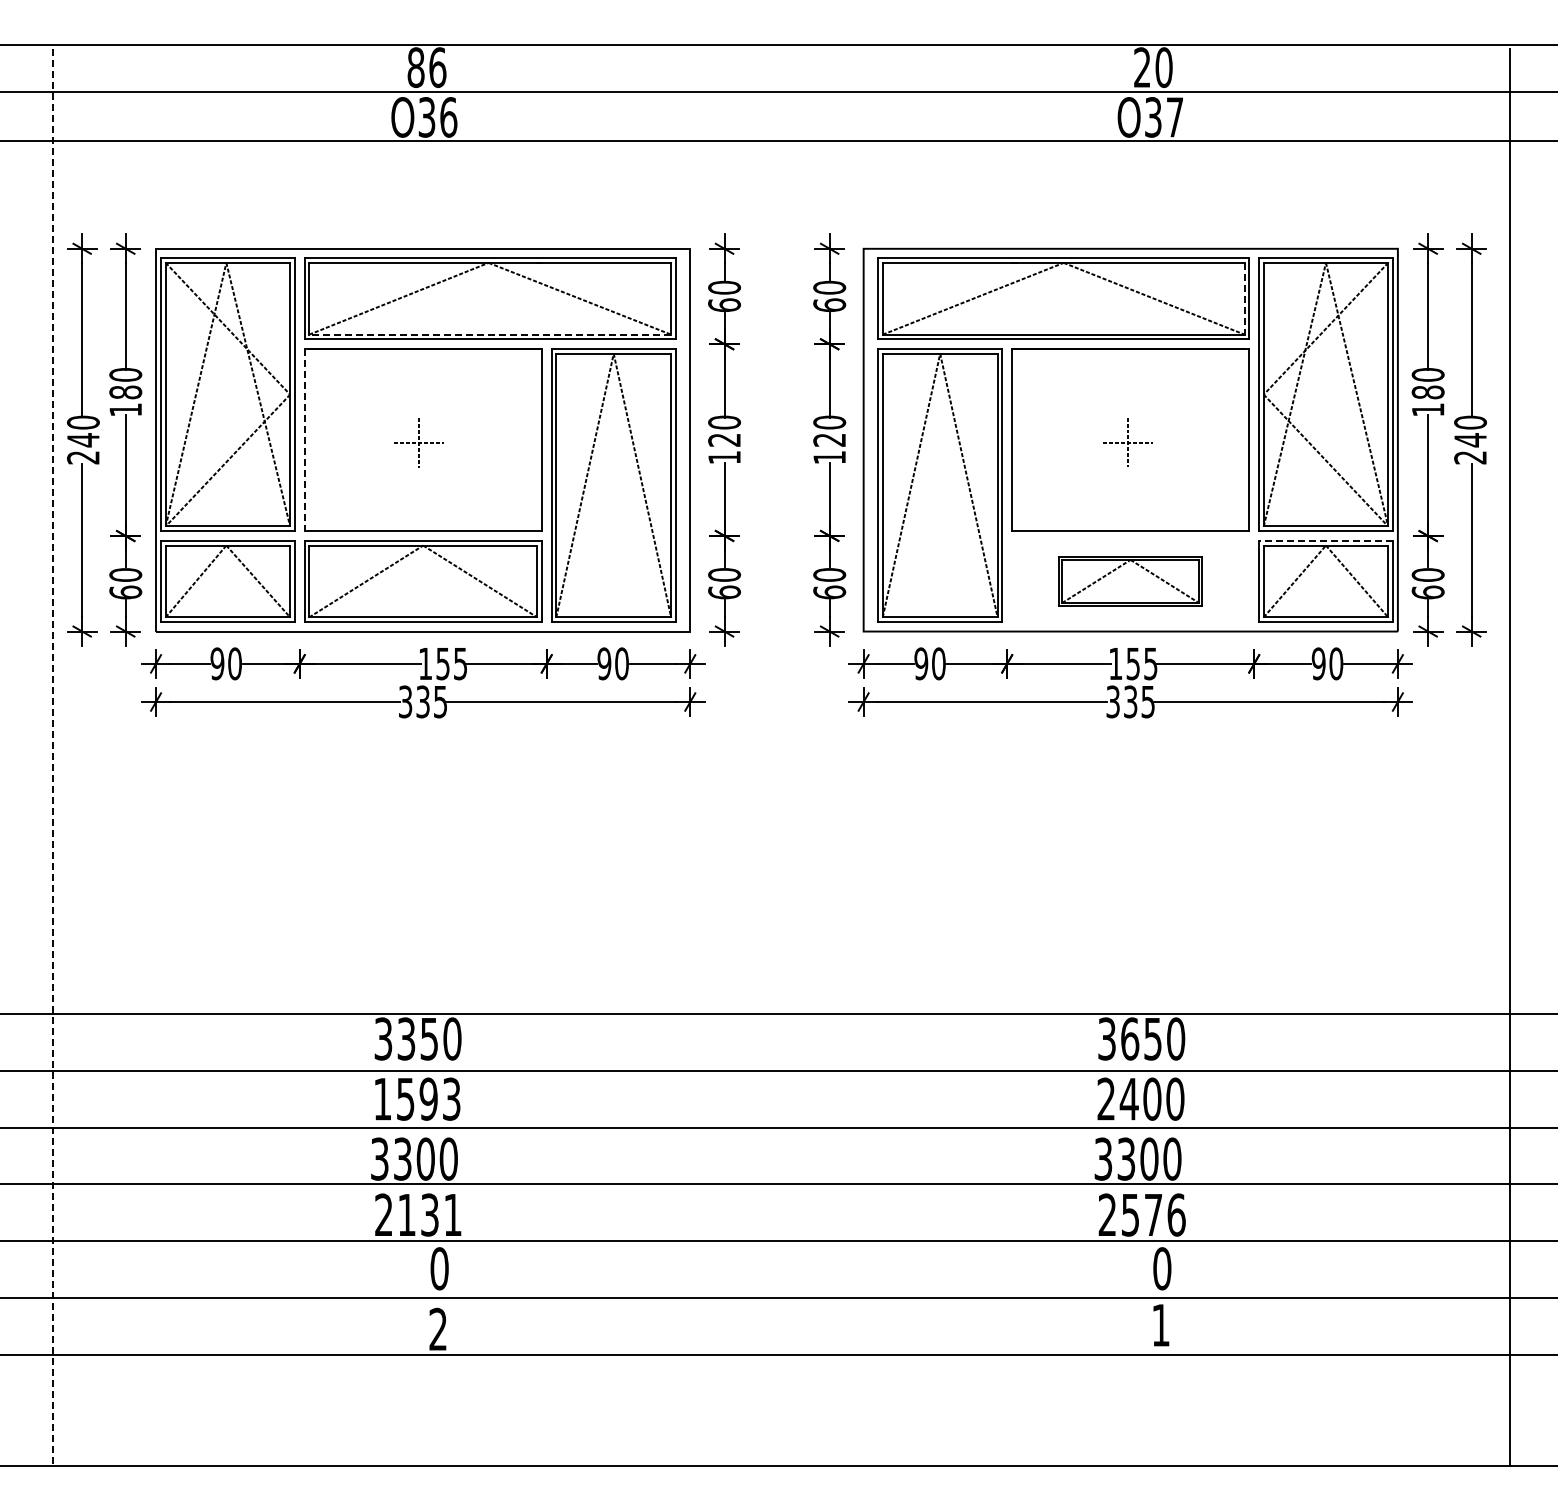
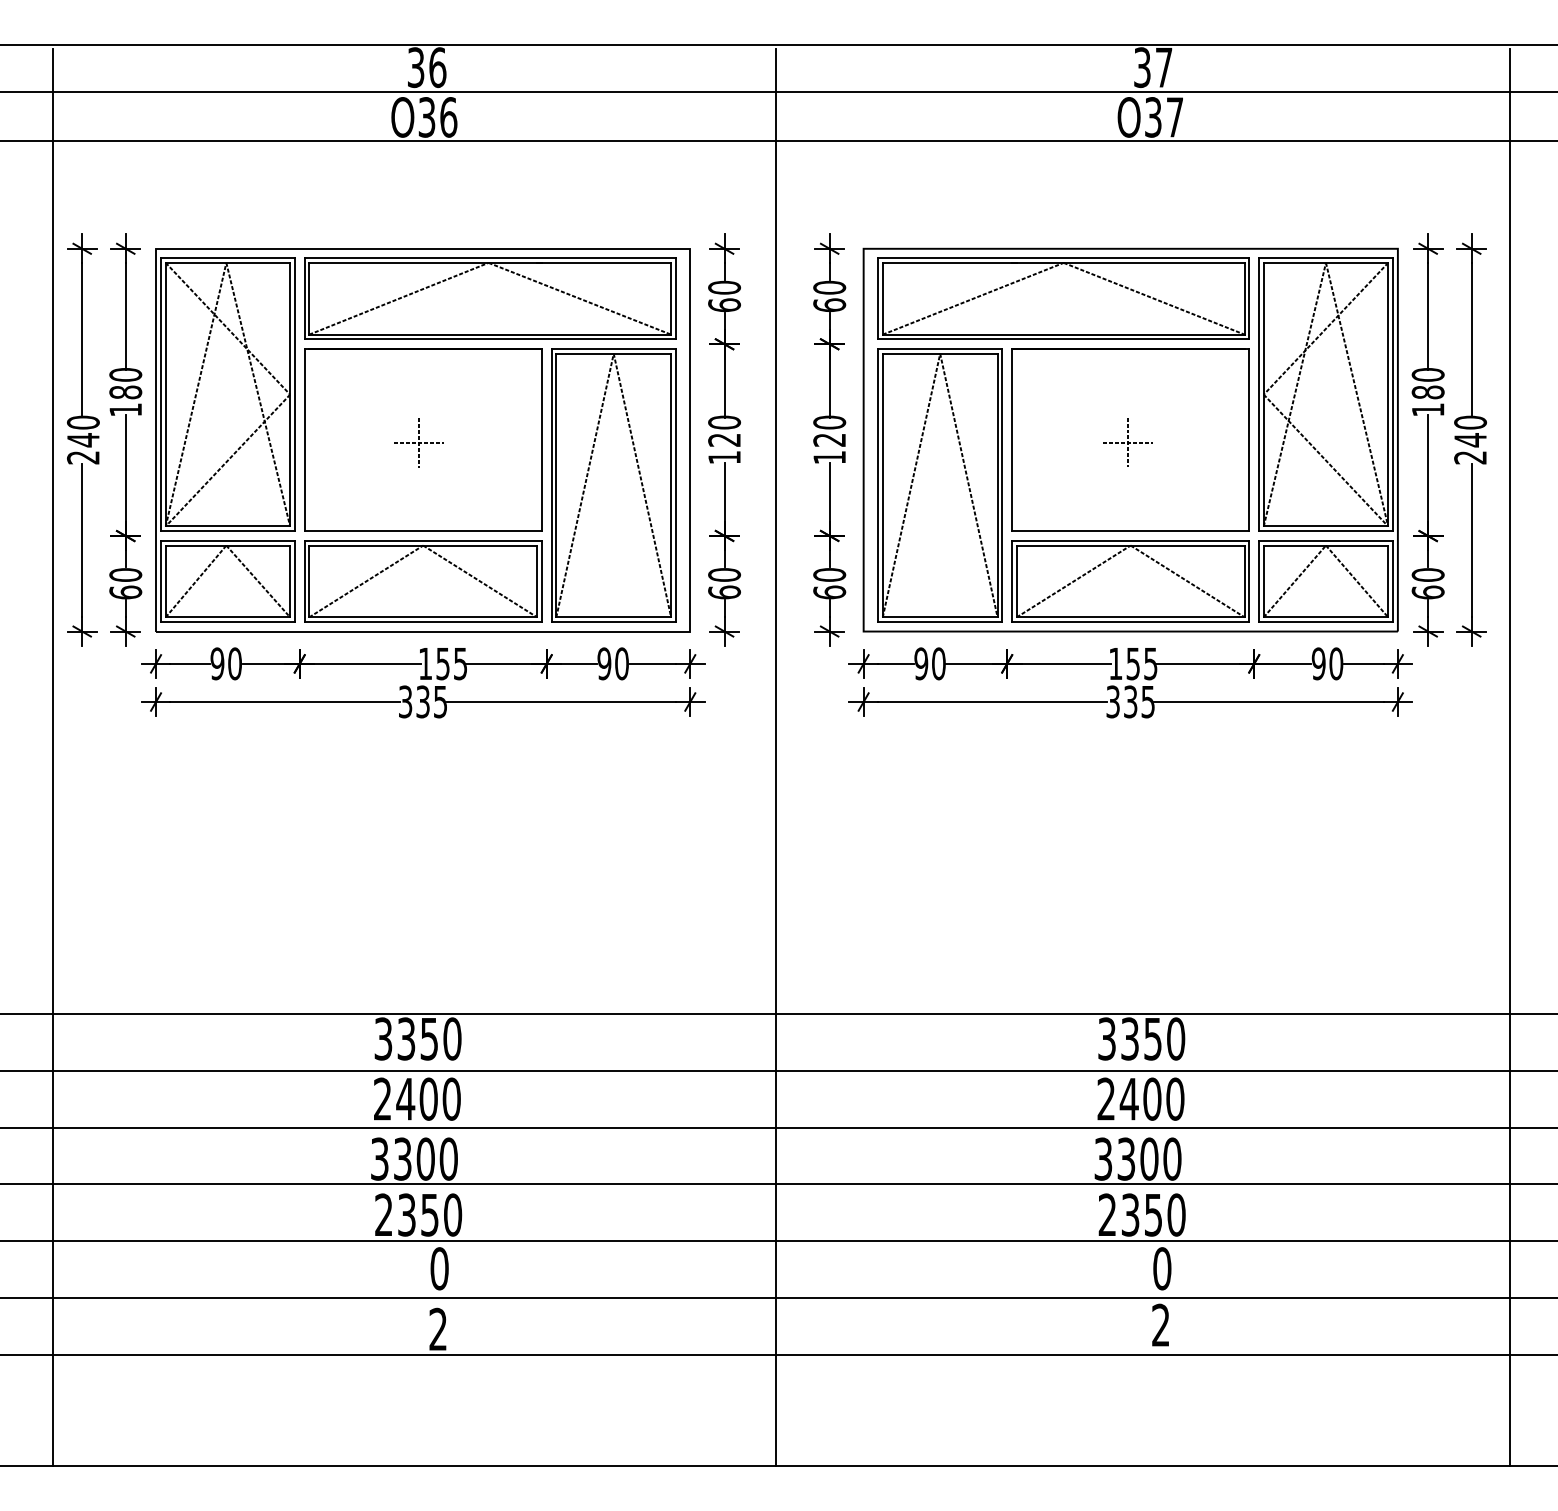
text at (415, 67): 86 -> 36
text at (1153, 67): 20 -> 37
line at (1244, 298): dashed -> solid
line at (490, 334): dashed -> solid
line at (304, 440): dashed -> solid
line at (1325, 540): dashed -> solid
part at (1130, 581) size: 145x51 px -> 239x83 px
line at (52, 757): dashed -> solid
line at (775, 757): none -> present
text at (1130, 1038): 3650 -> 3350
text at (417, 1098): 1593 -> 2400
text at (430, 1214): 2131 -> 2350
text at (1153, 1214): 2576 -> 2350
text at (1160, 1324): 1 -> 2
